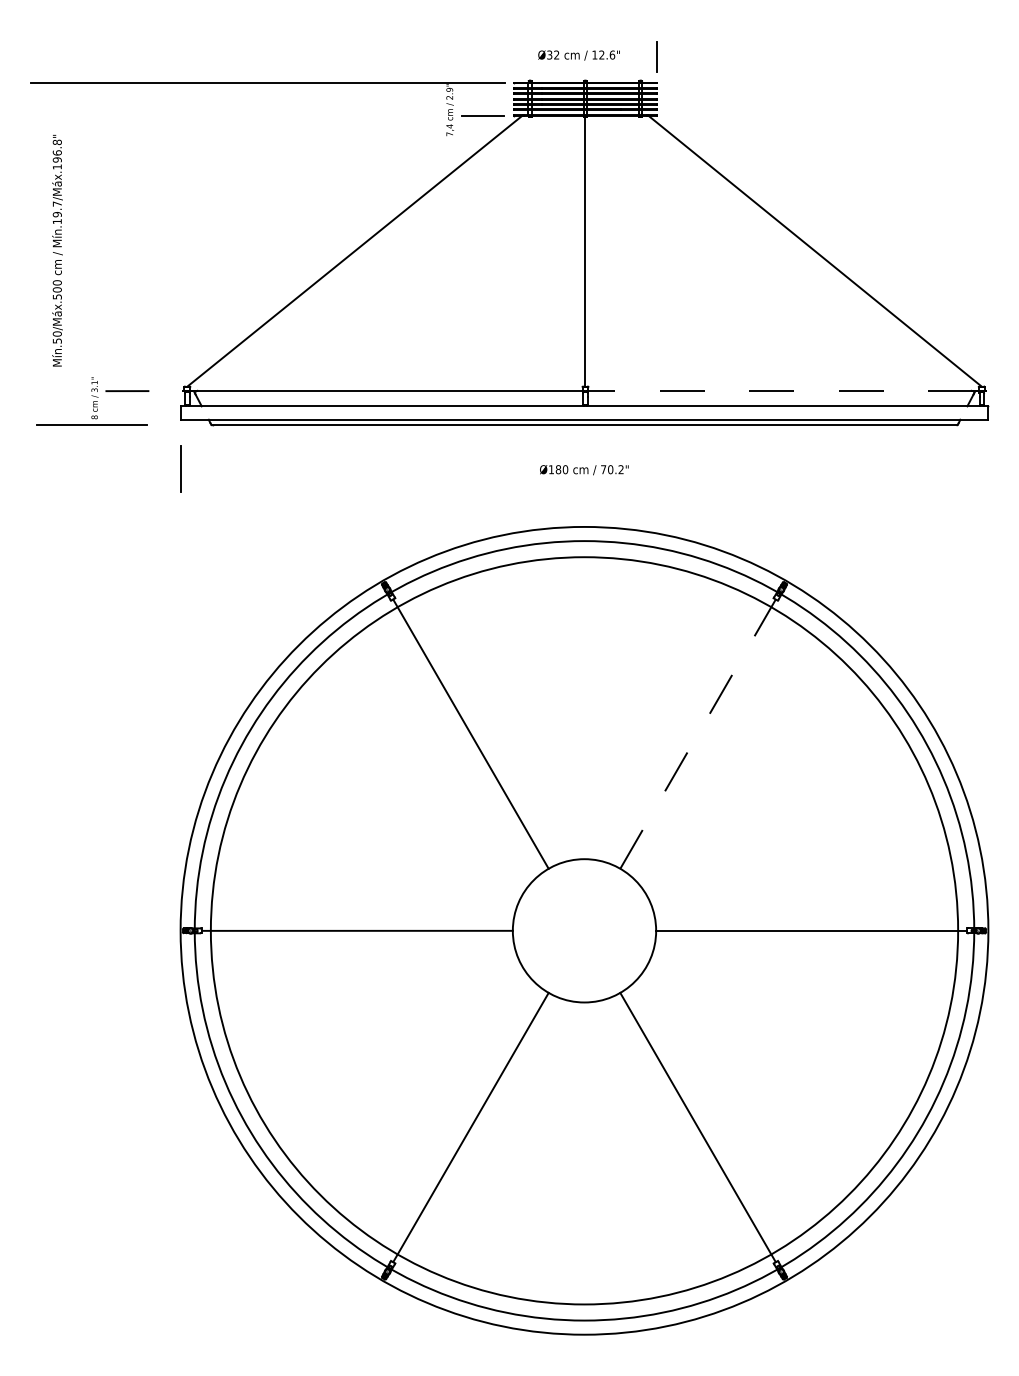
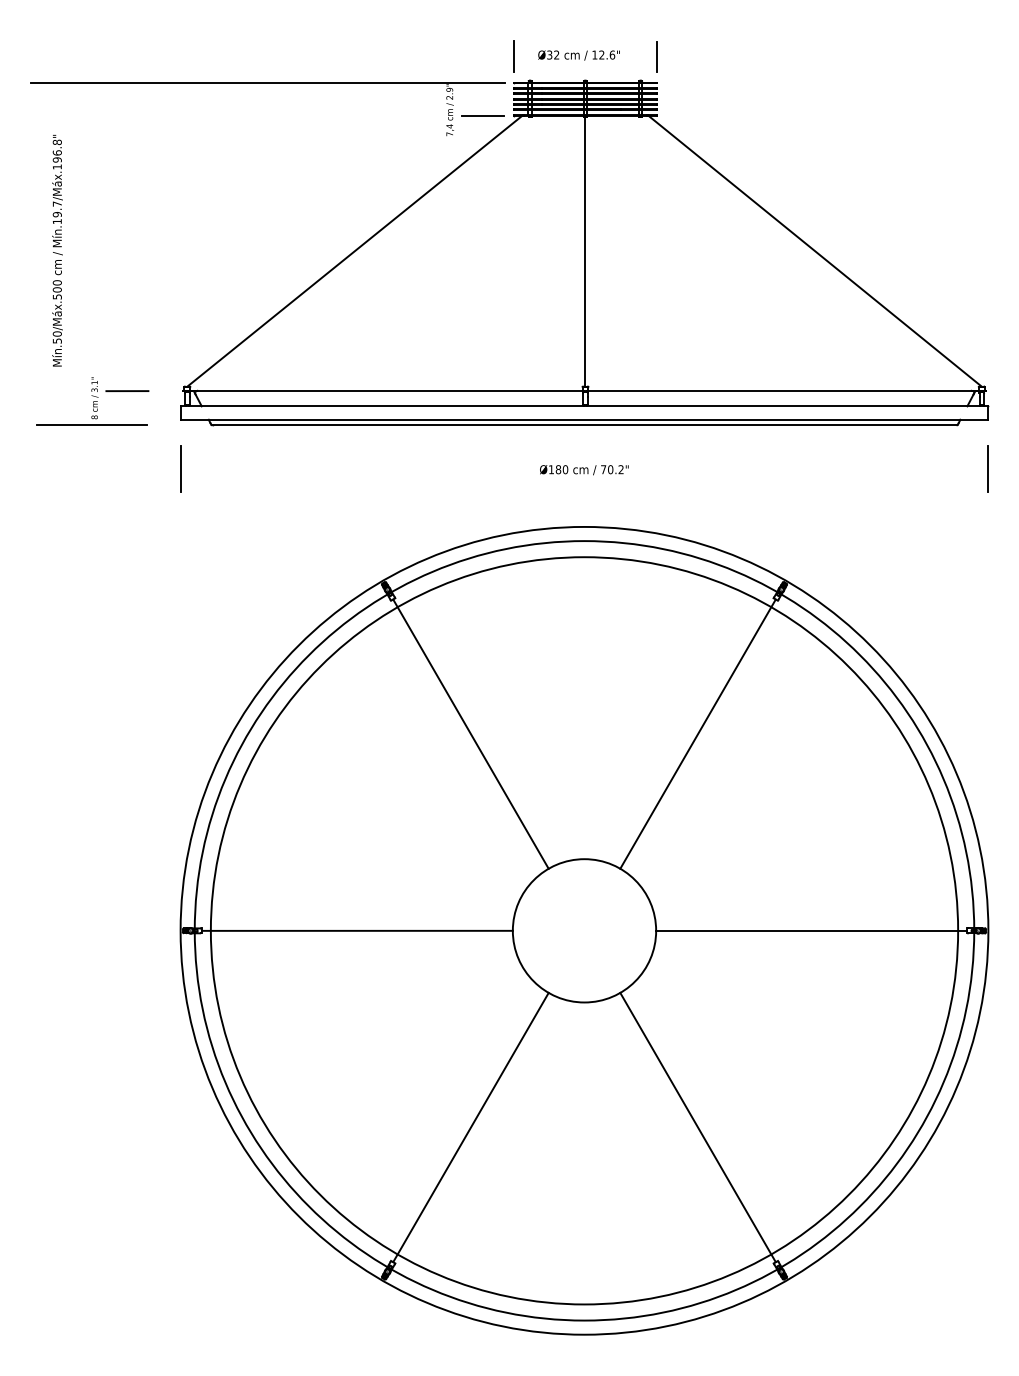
line at (513, 56): none -> present
line at (780, 391): dashed -> solid
line at (988, 468): none -> present
line at (698, 733): dashed -> solid
